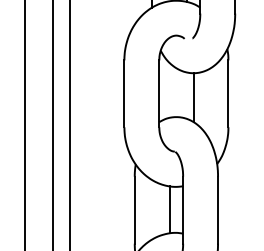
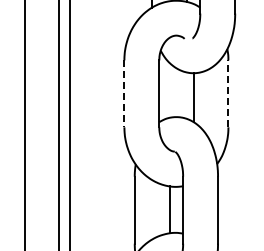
line at (228, 93): solid -> dashed
line at (124, 94): solid -> dashed
line at (53, 124) position: (53, 124) -> (59, 124)
